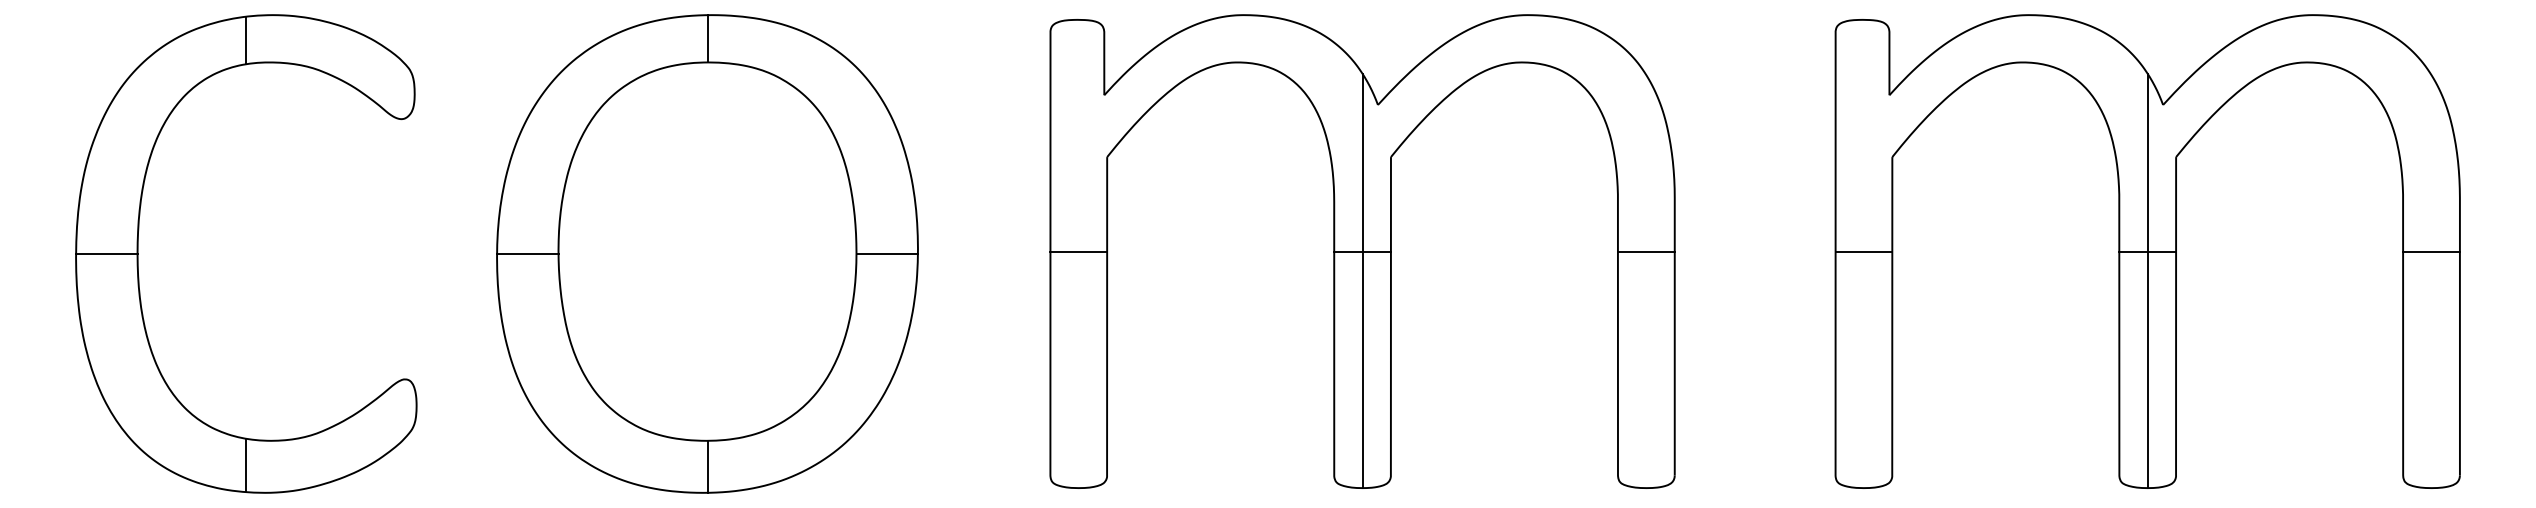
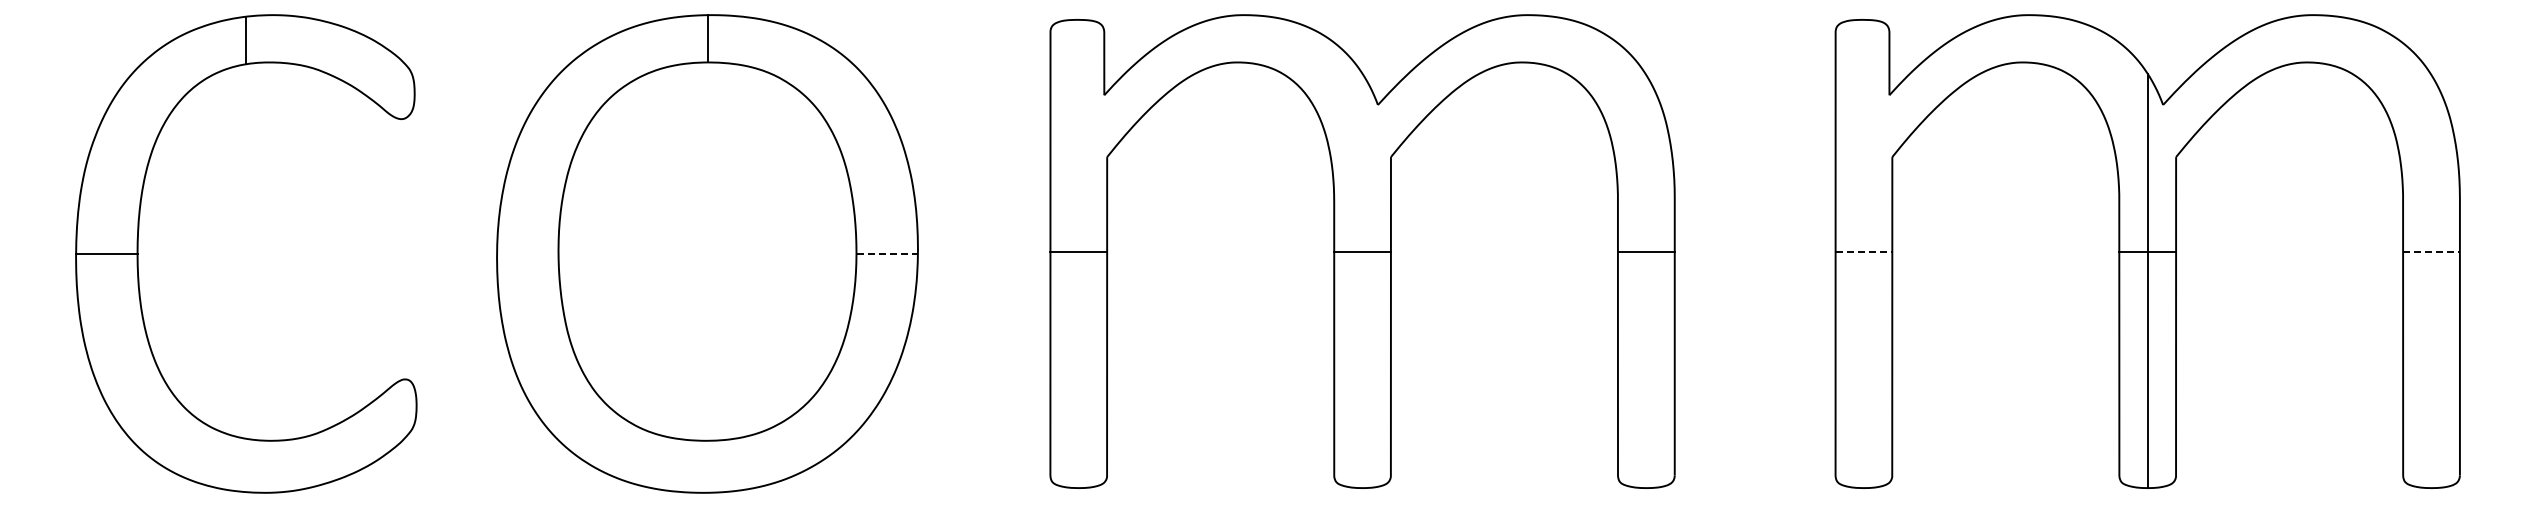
line at (1864, 251): solid -> dashed
line at (2432, 251): solid -> dashed
line at (527, 254): present -> none
line at (887, 254): solid -> dashed
line at (1362, 280): present -> none
line at (246, 465): present -> none
line at (707, 466): present -> none
